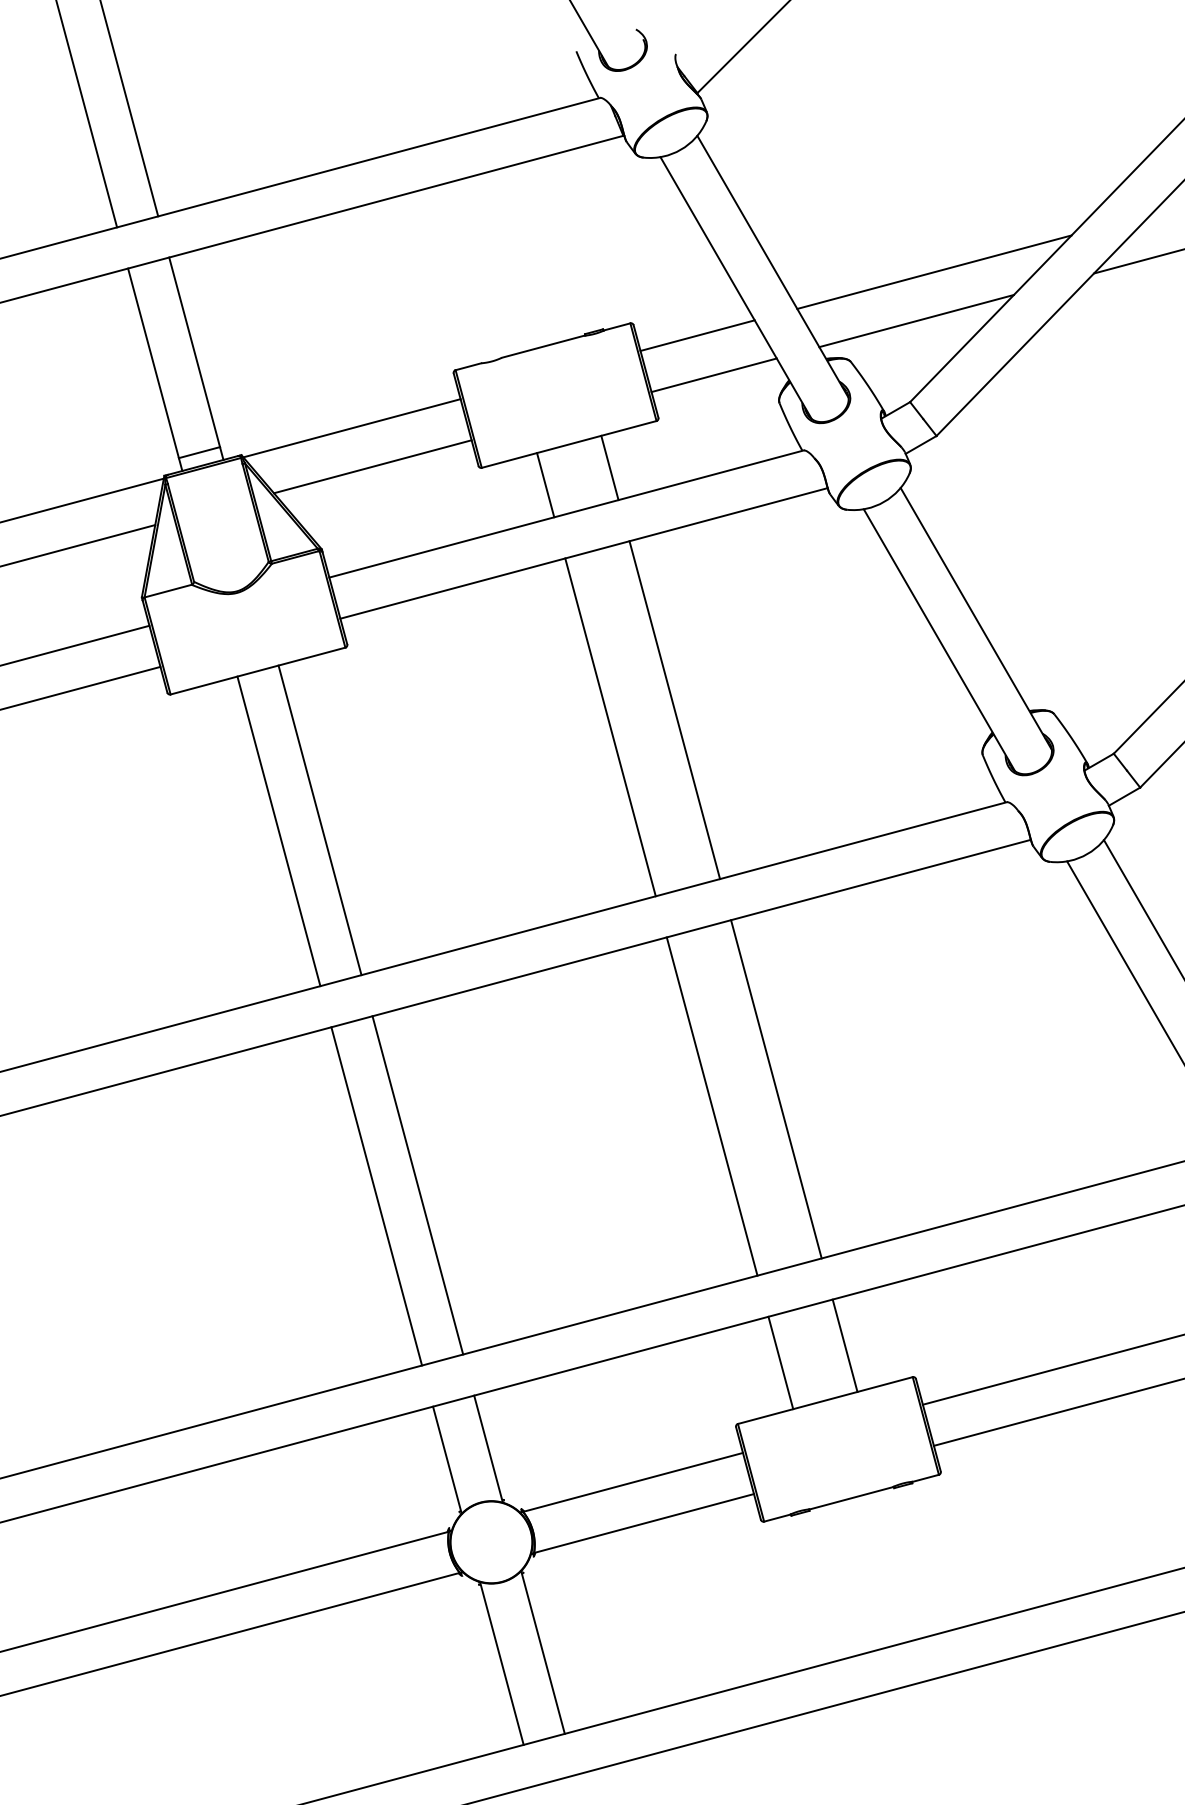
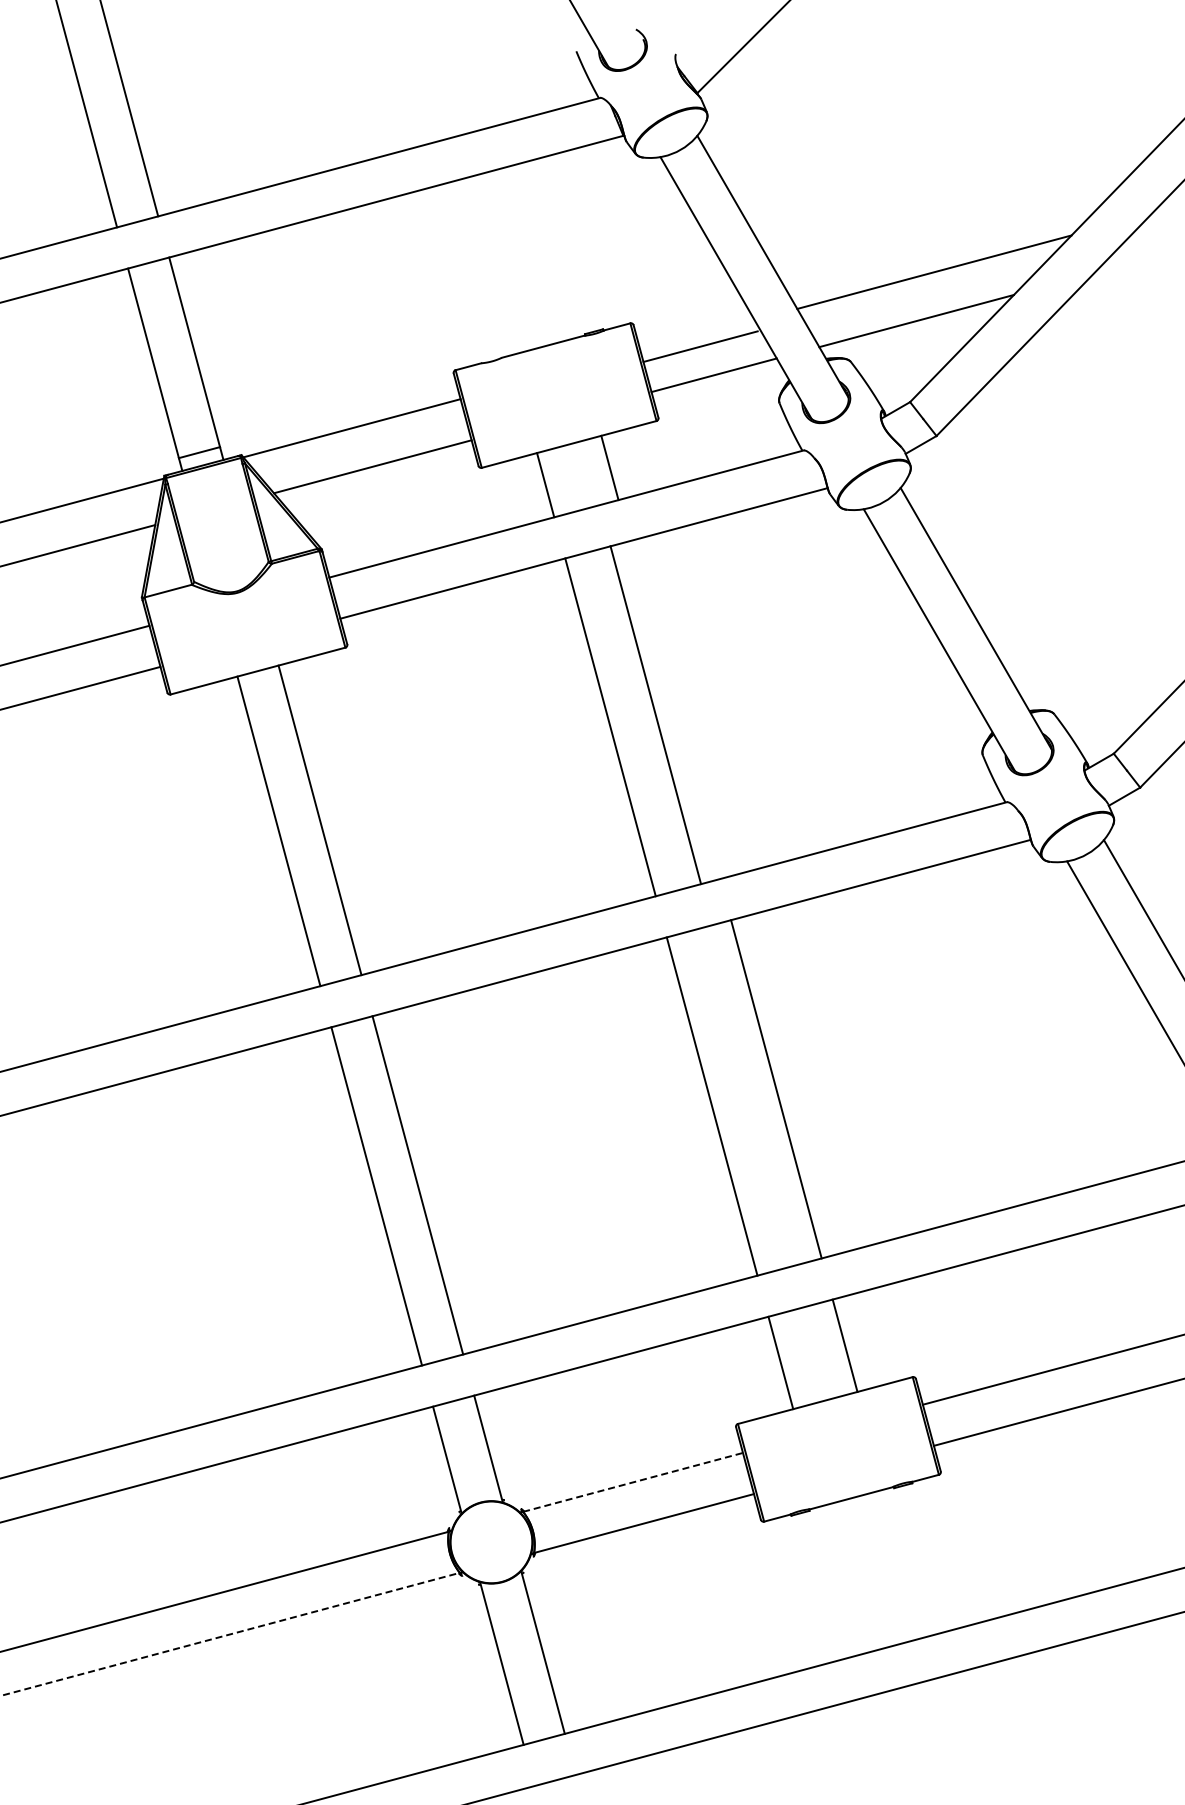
line at (1137, 261): present -> none
line at (697, 335) position: (697, 335) -> (700, 346)
line at (674, 710) position: (674, 710) -> (655, 715)
line at (633, 1482): solid -> dashed
line at (229, 1634): solid -> dashed
